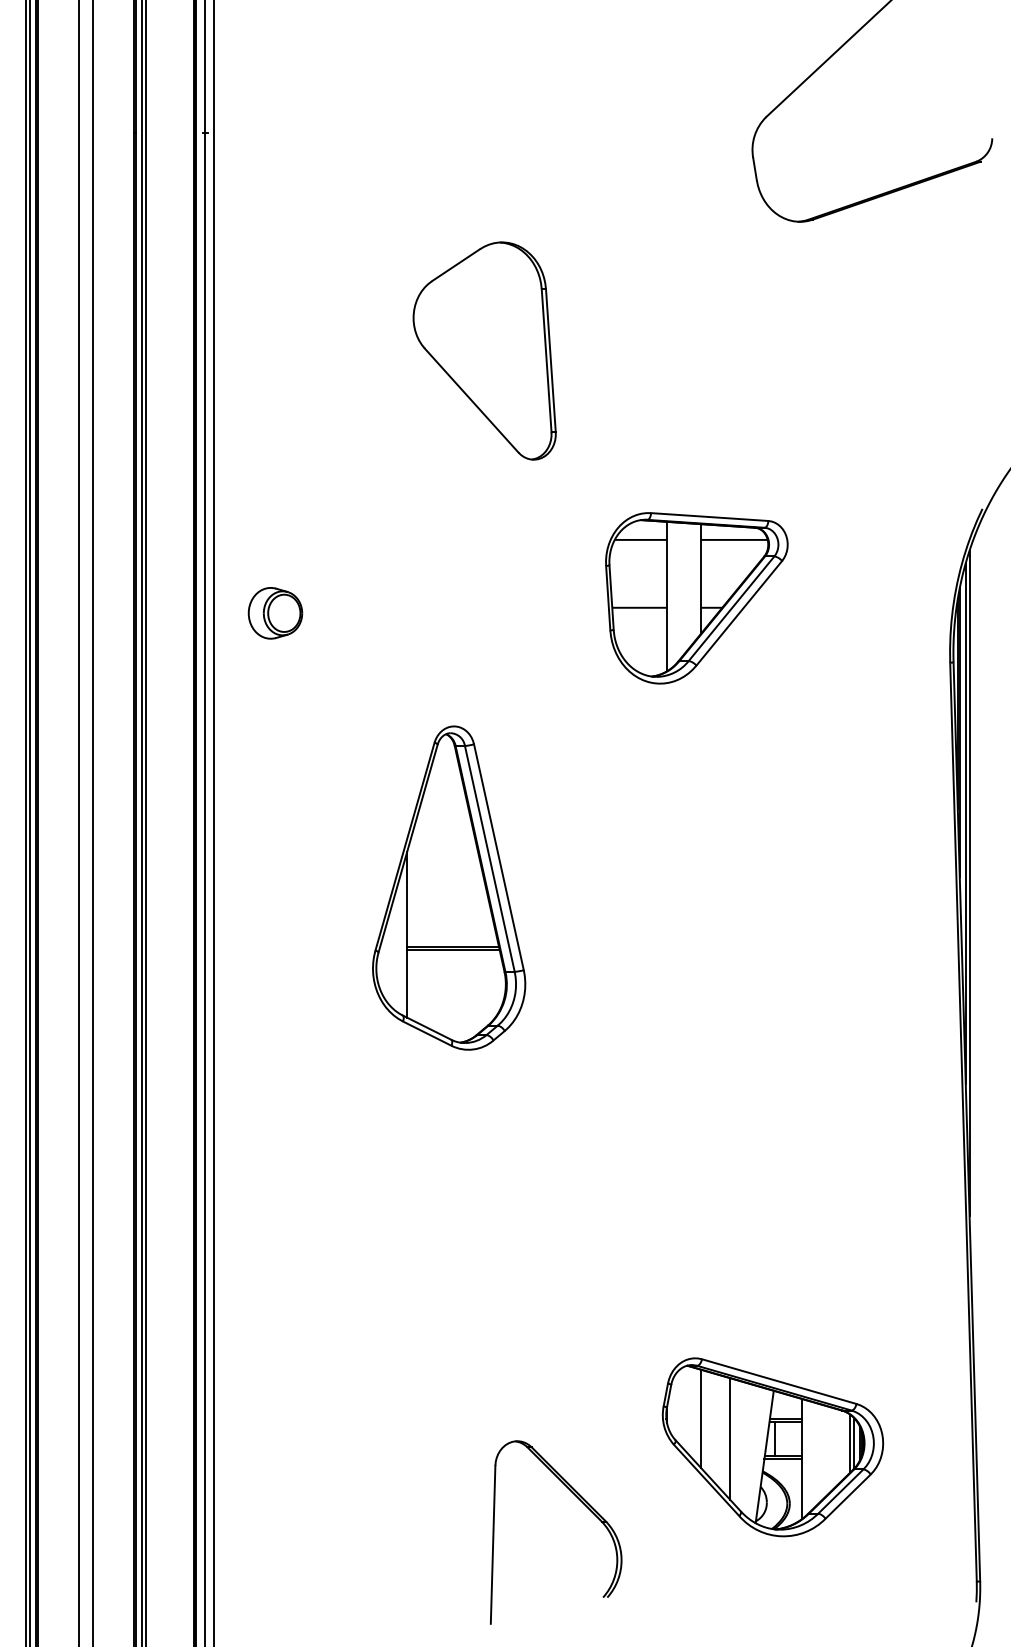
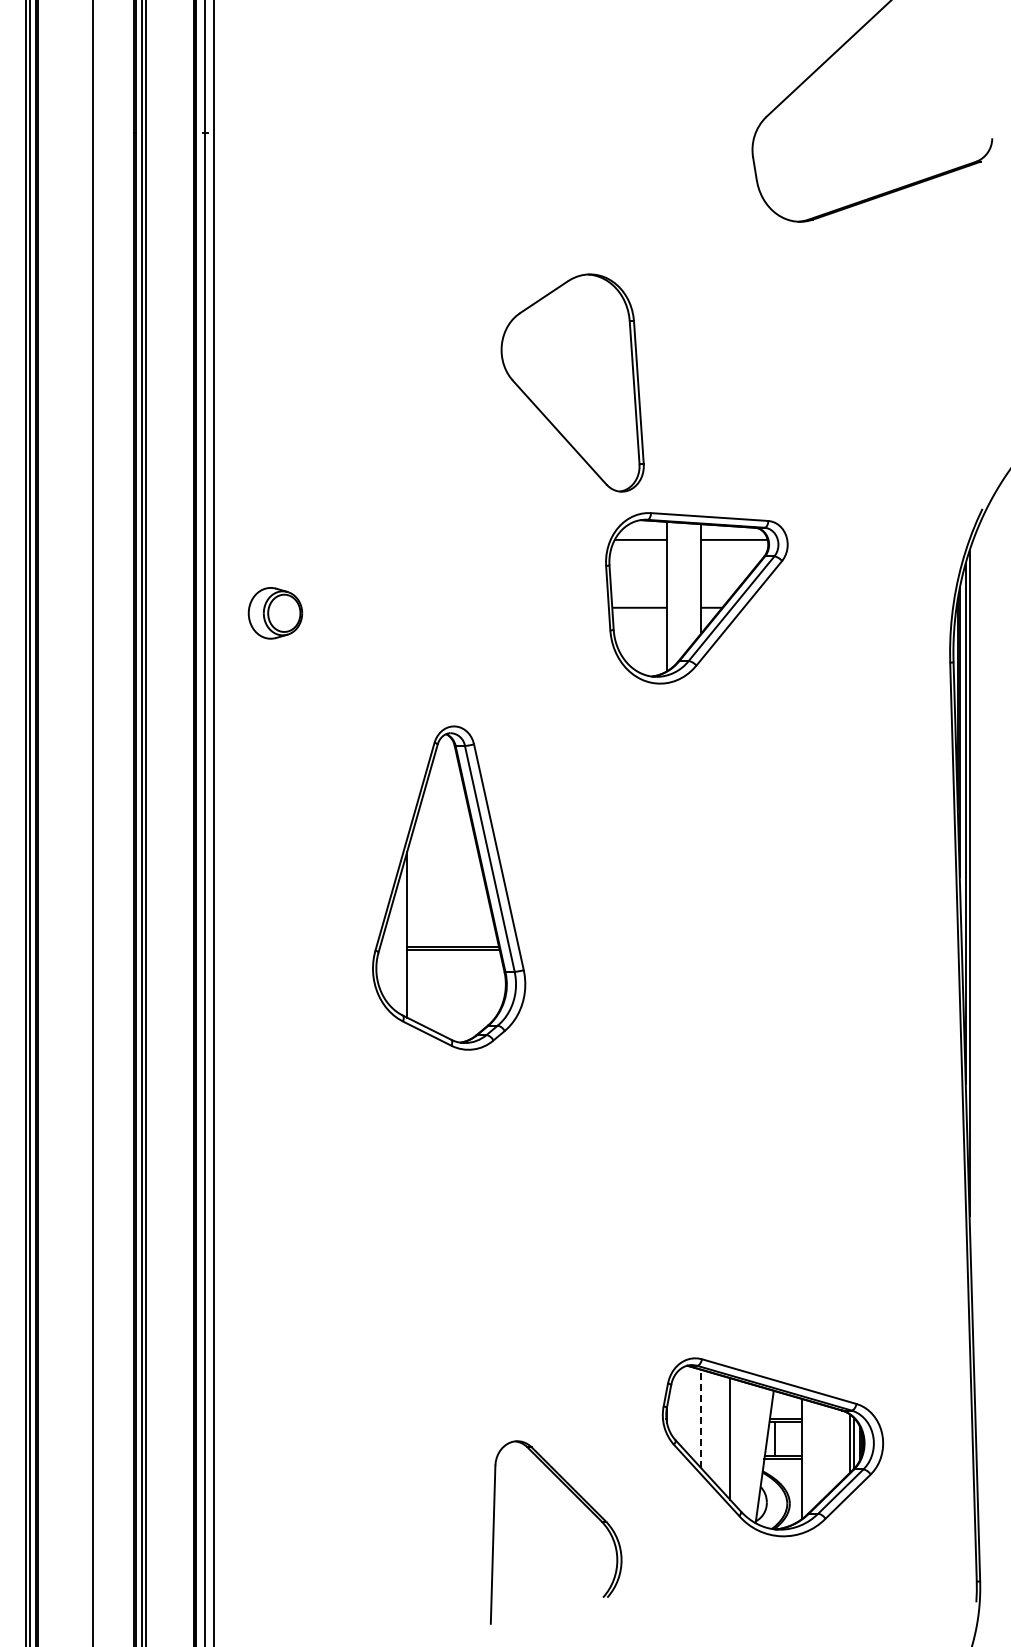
part at (484, 350) position: (484, 350) -> (572, 382)
line at (79, 822): present -> none
line at (701, 1418): solid -> dashed
